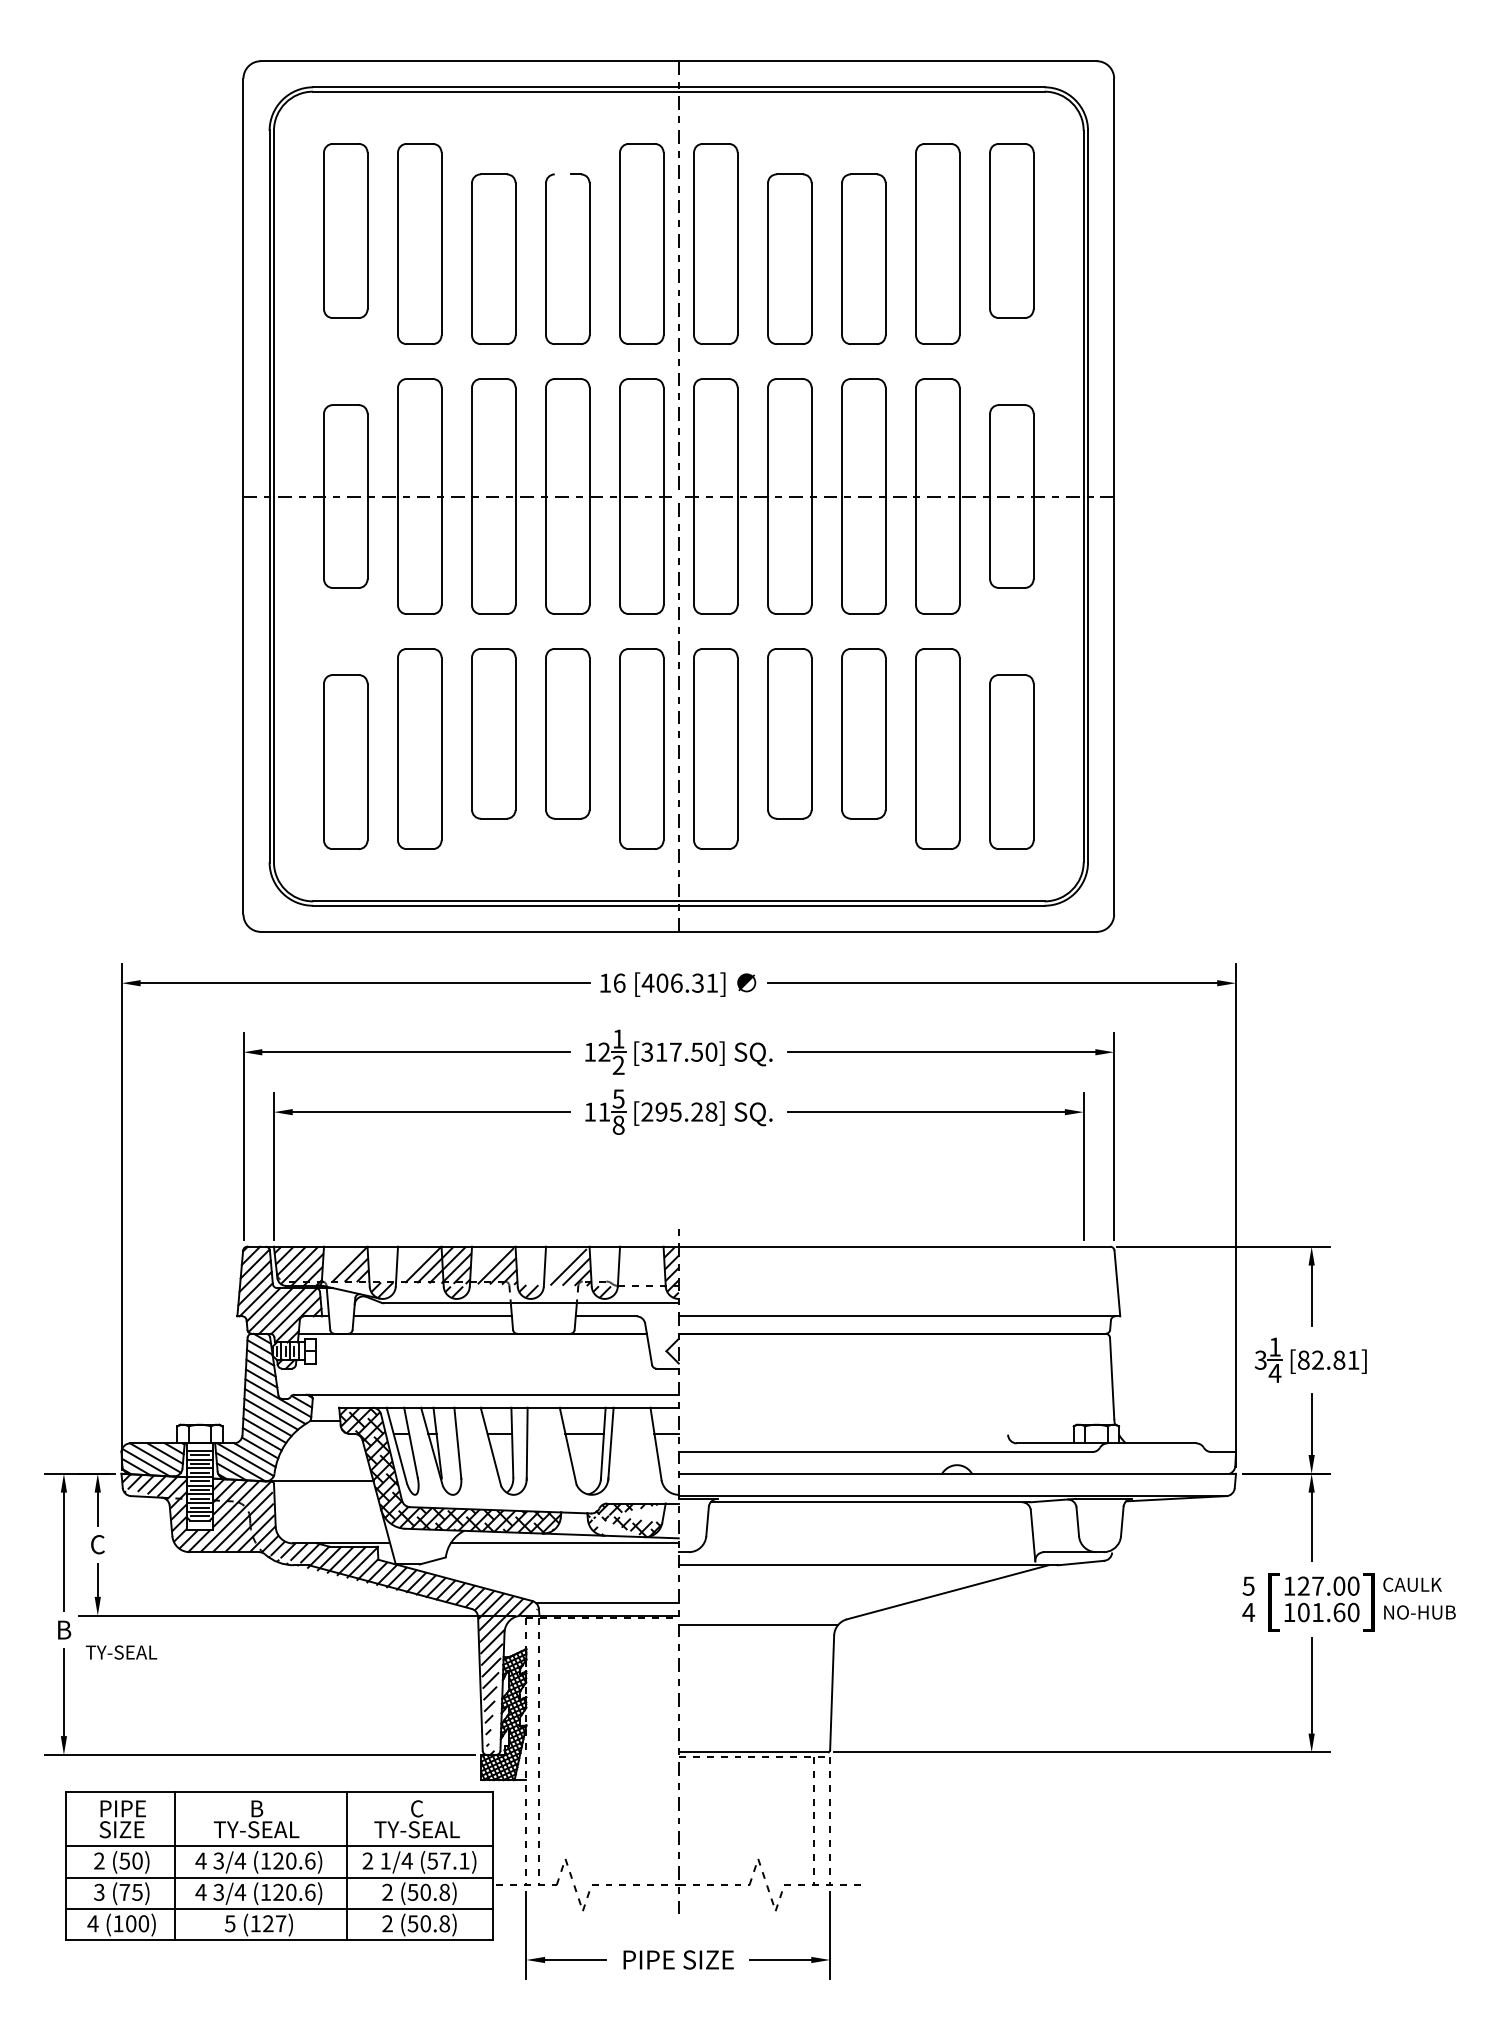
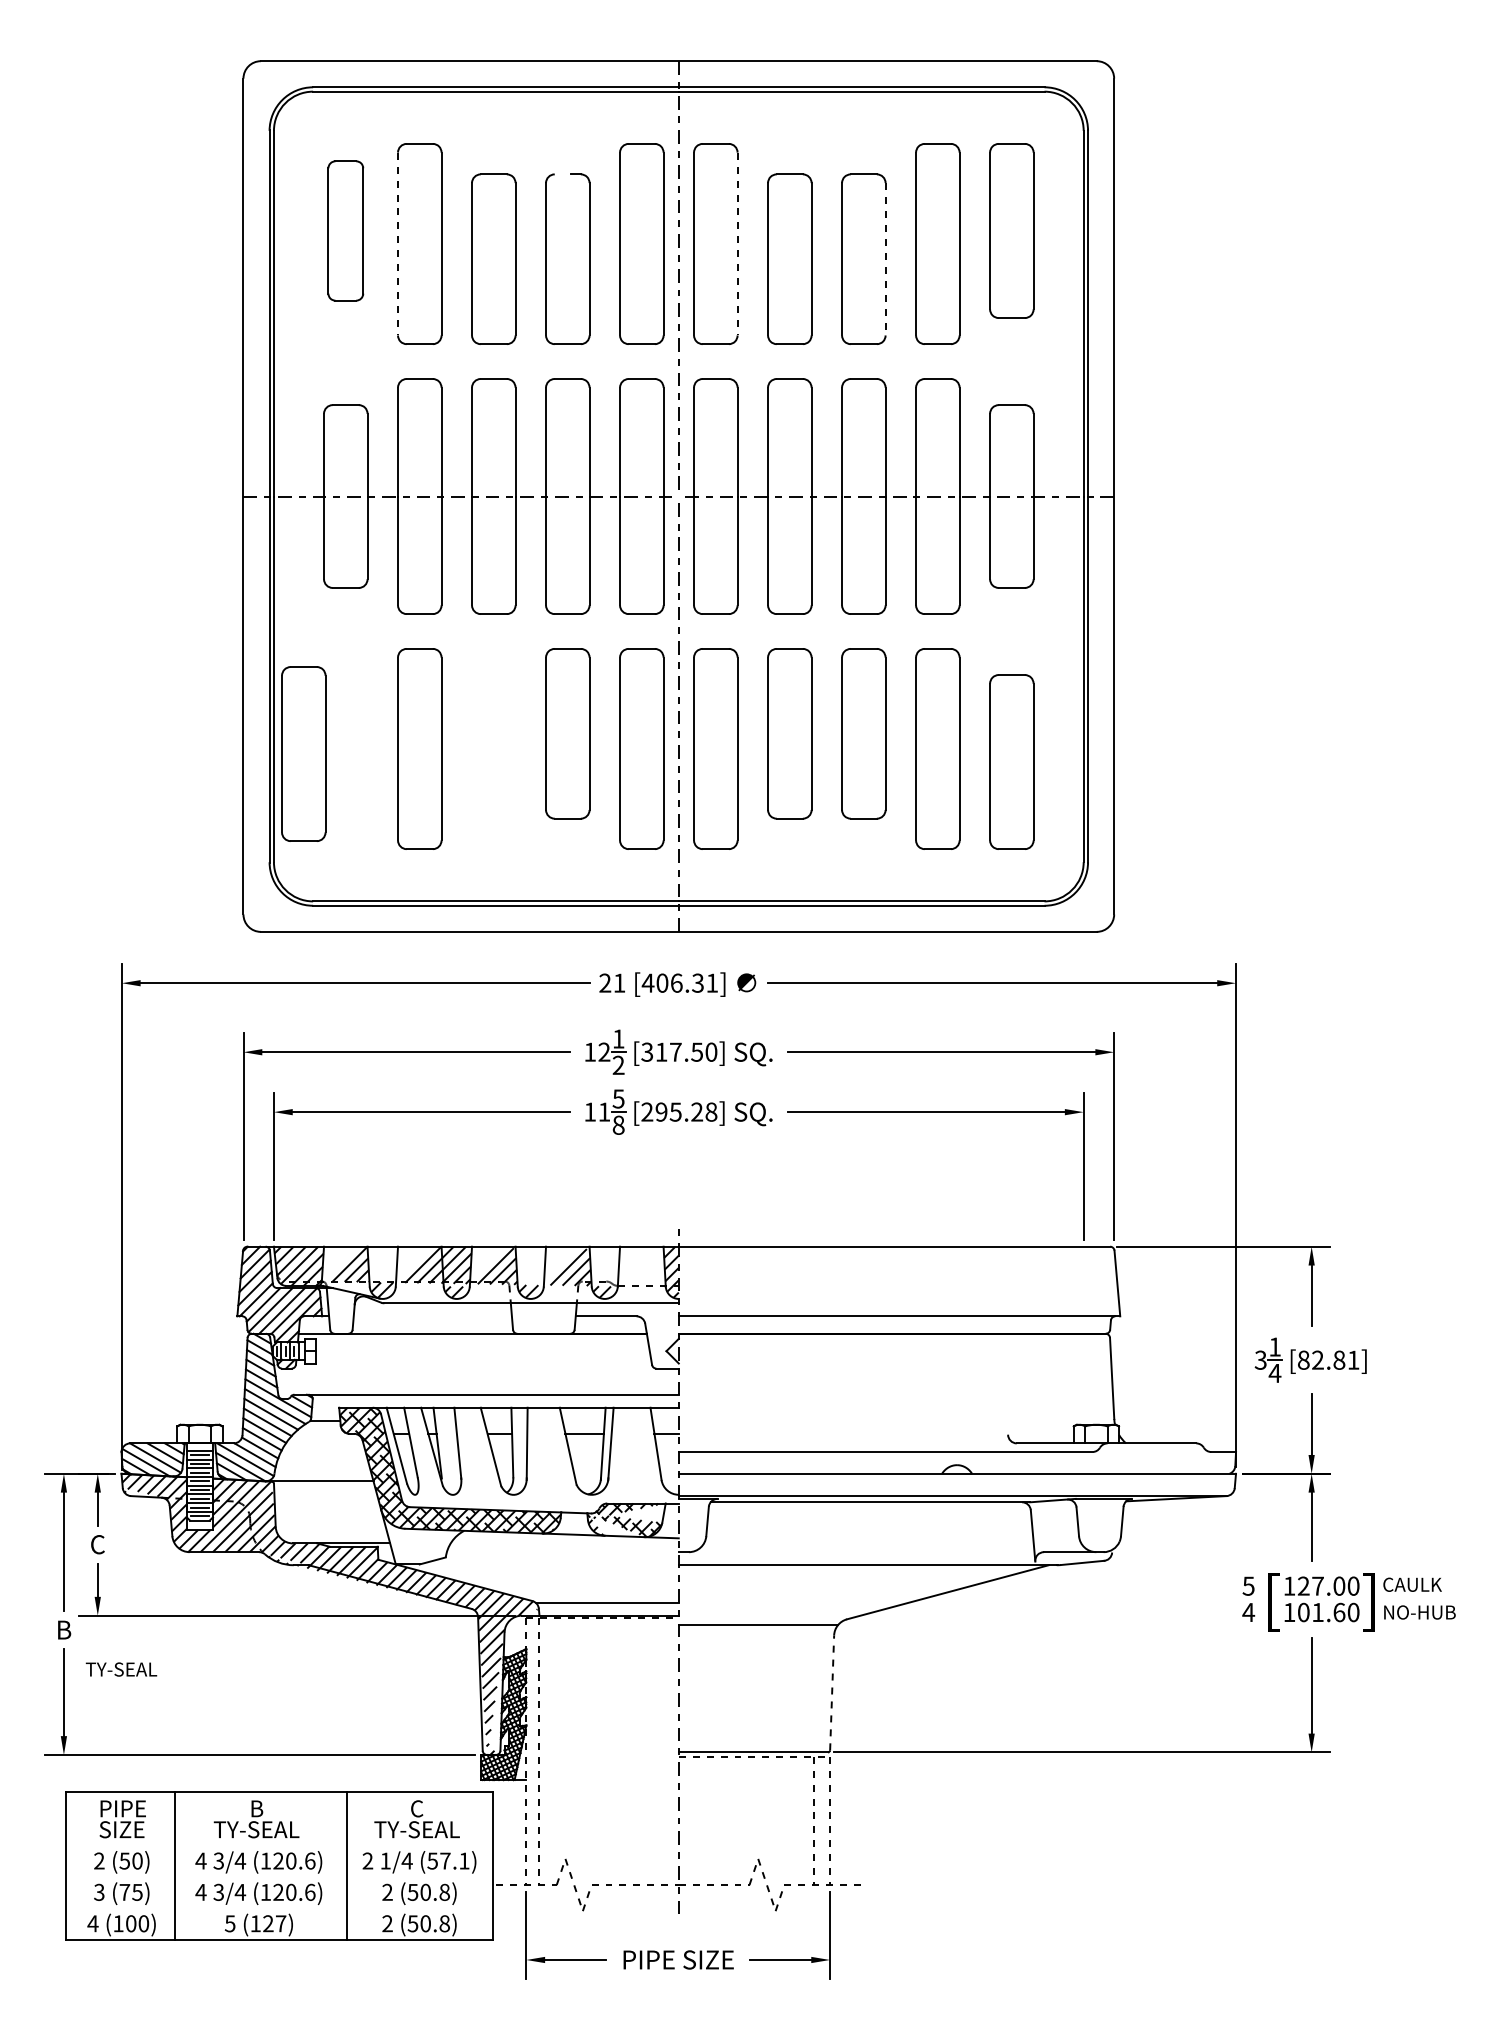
part at (345, 230) size: 46x176 px -> 38x142 px
line at (398, 244): solid -> dashed
line at (737, 244): solid -> dashed
line at (885, 259): solid -> dashed
part at (493, 733): present -> none
part at (345, 761) position: (345, 761) -> (303, 753)
text at (612, 982): 16 -> 21
line at (432, 1316): present -> none
line at (564, 1543): present -> none
text at (121, 1652) position: (121, 1652) -> (121, 1669)
line at (832, 1692): solid -> dashed
line at (279, 1846): present -> none
line at (279, 1877): present -> none
line at (279, 1909): present -> none
